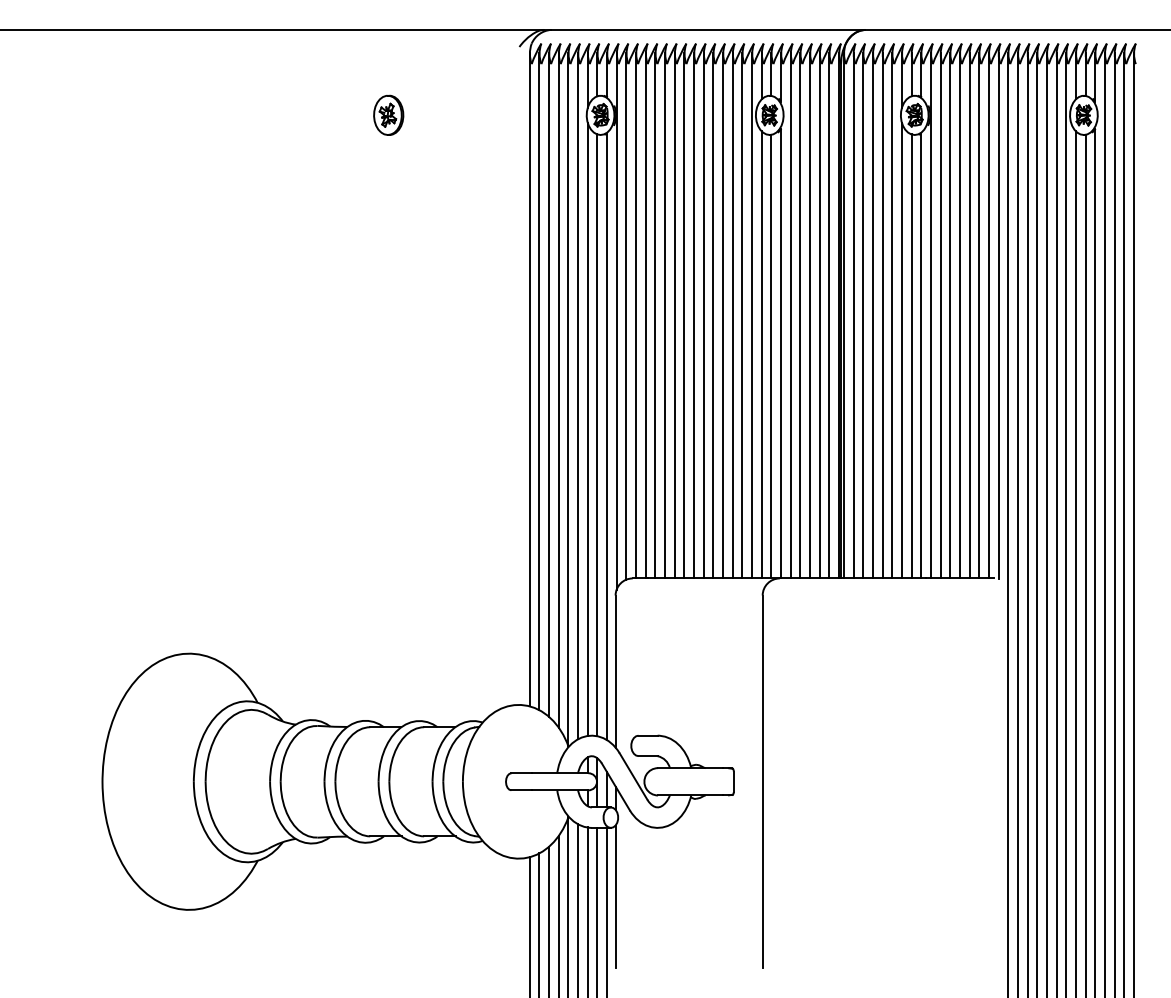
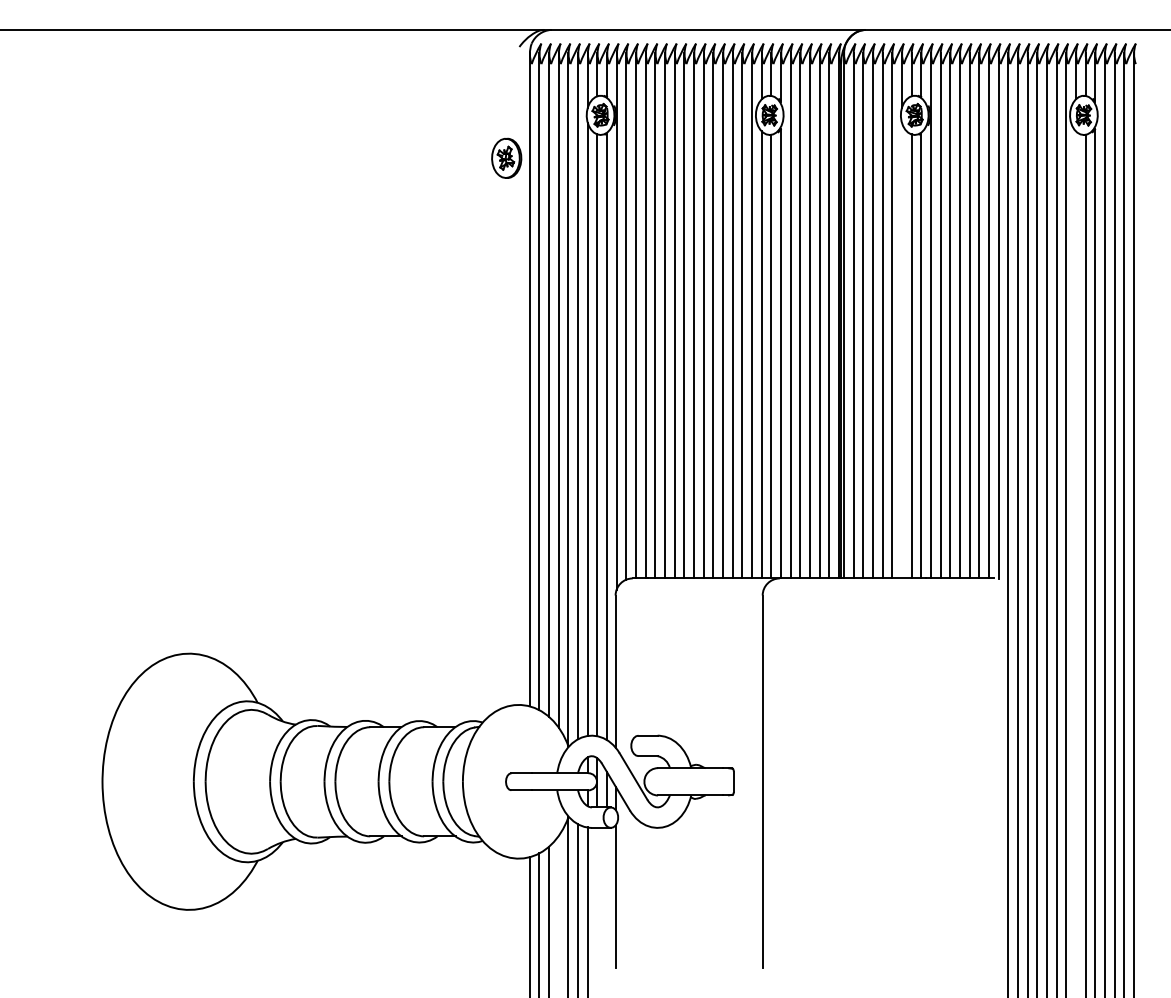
part at (388, 114) position: (388, 114) -> (506, 157)
line at (901, 350): present -> none
line at (1075, 562): present -> none
line at (597, 910): present -> none
line at (607, 910): present -> none
line at (558, 915): present -> none
